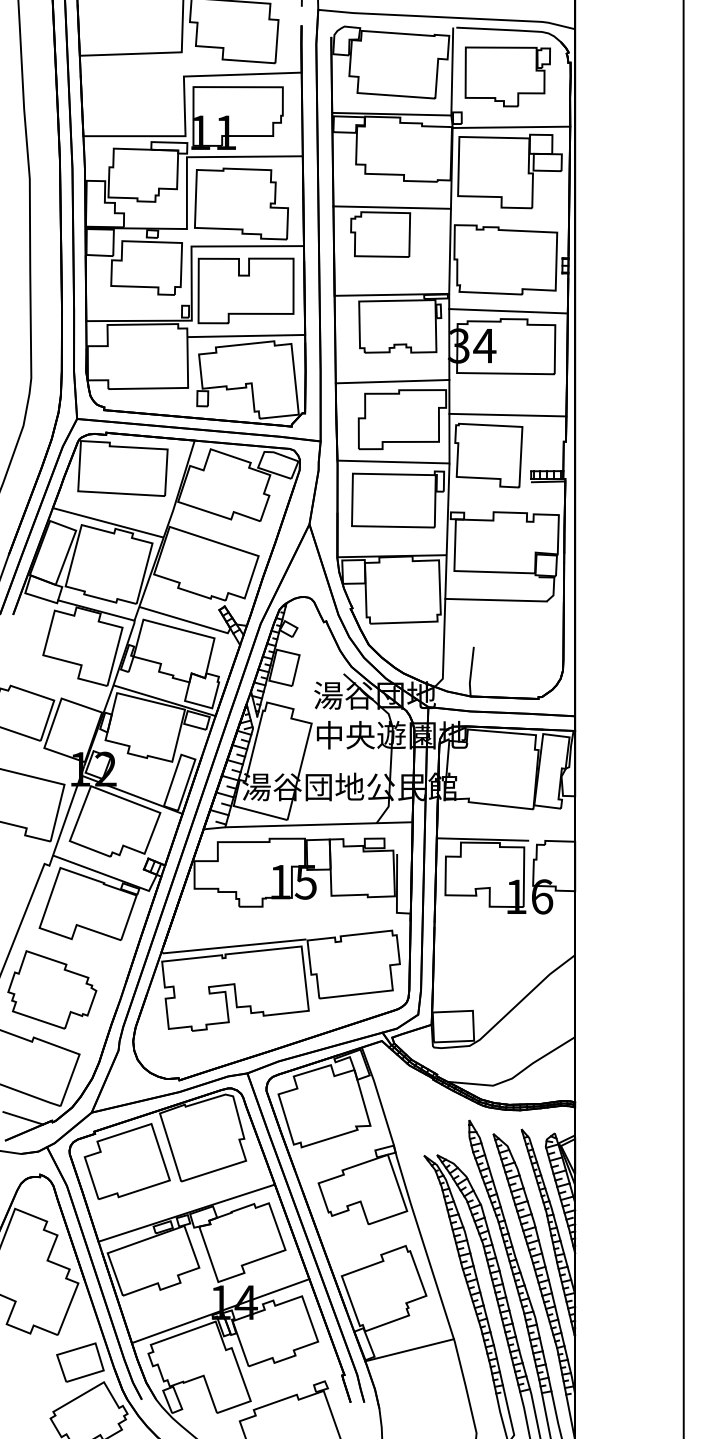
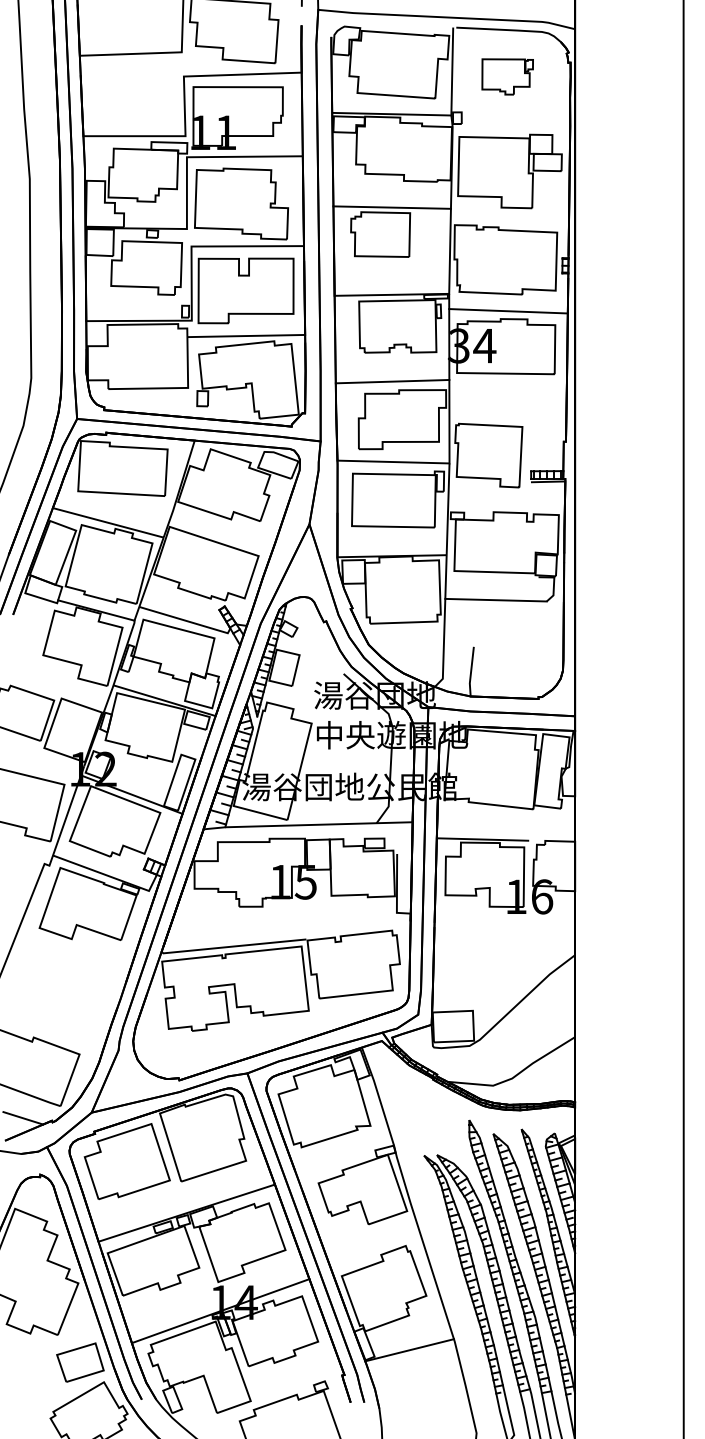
part at (507, 76) size: 87x62 px -> 53x38 px
line at (511, 127): present -> none
line at (507, 414): present -> none
part at (52, 989): present -> none
